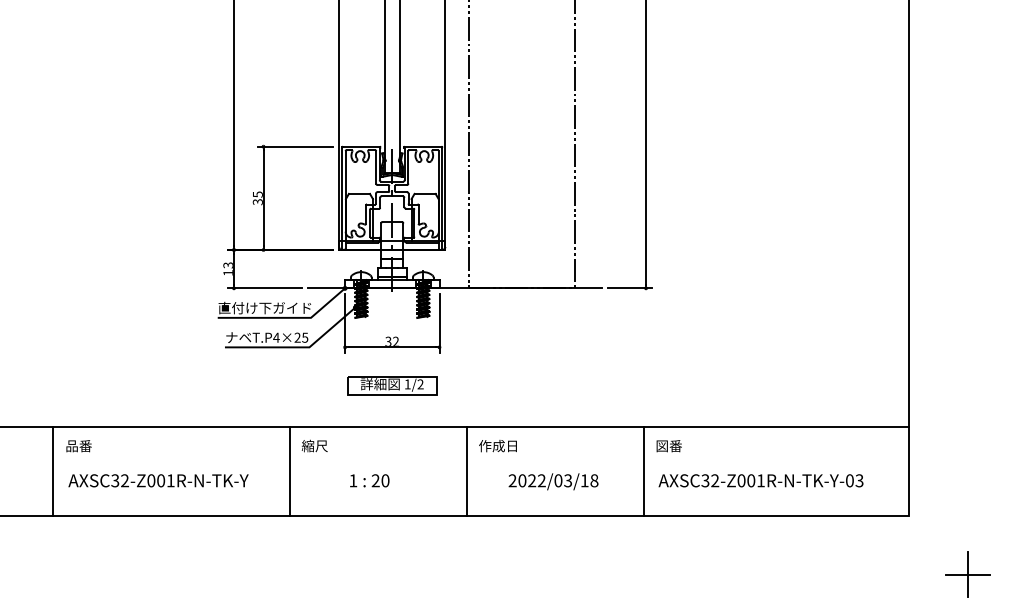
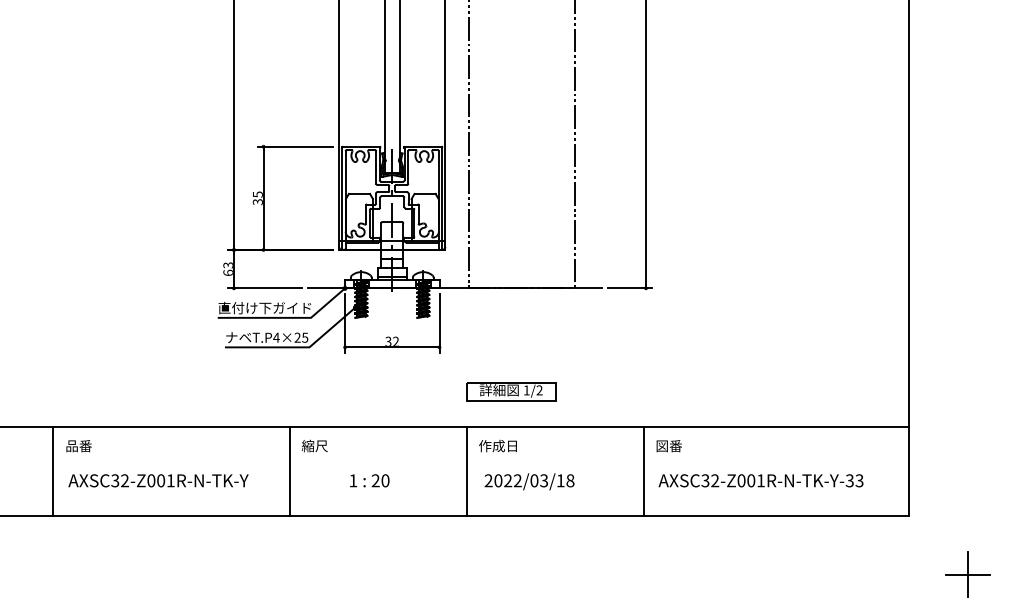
text at (227, 272): 13 -> 63
part at (392, 385) position: (392, 385) -> (511, 391)
text at (849, 480): AXSC32-Z001R-N-TK-Y-03 -> AXSC32-Z001R-N-TK-Y-33
text at (553, 481) position: (553, 481) -> (529, 481)
